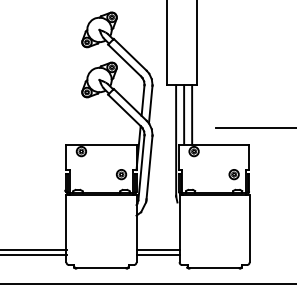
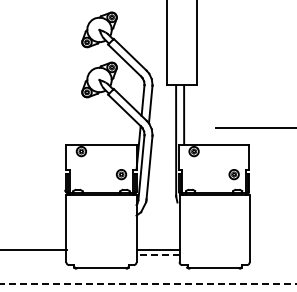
line at (192, 114): present -> none
line at (34, 254): present -> none
line at (158, 254): solid -> dashed
line at (148, 284): solid -> dashed
